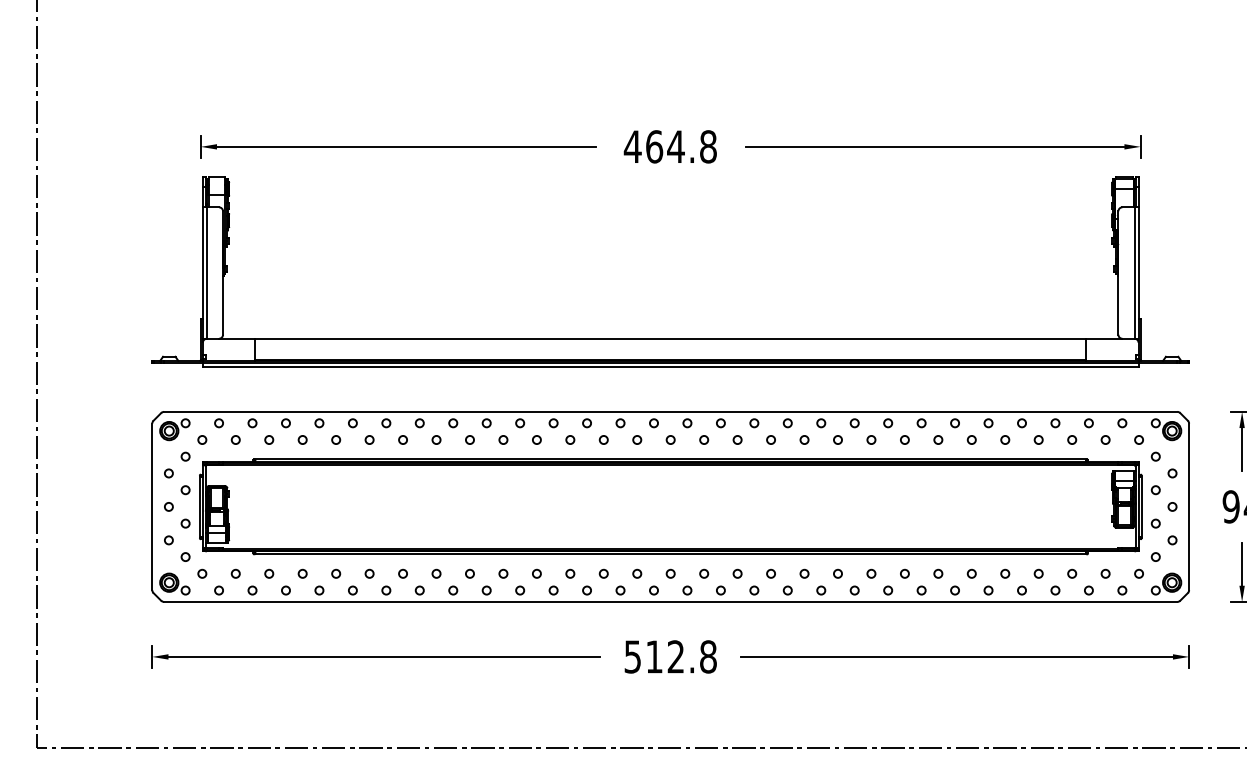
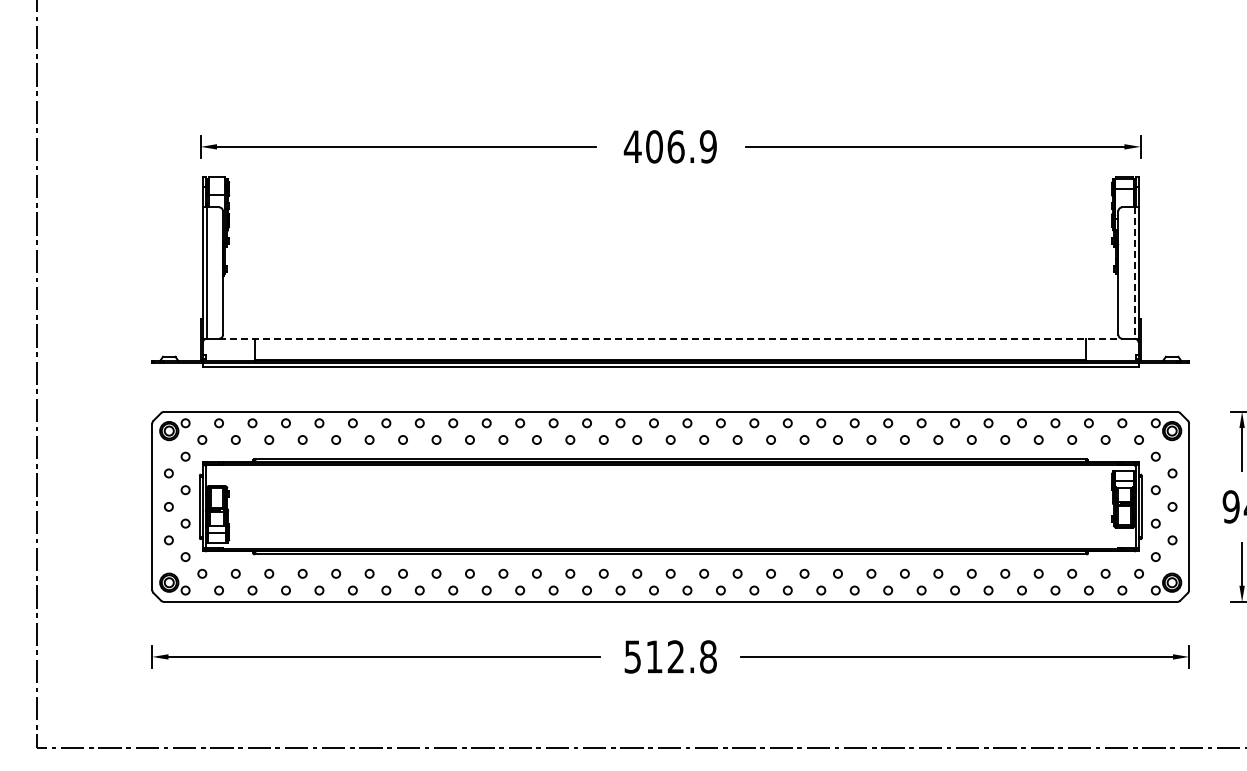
text at (681, 146): 464.8 -> 406.9
line at (1134, 273): solid -> dashed
line at (670, 338): solid -> dashed
